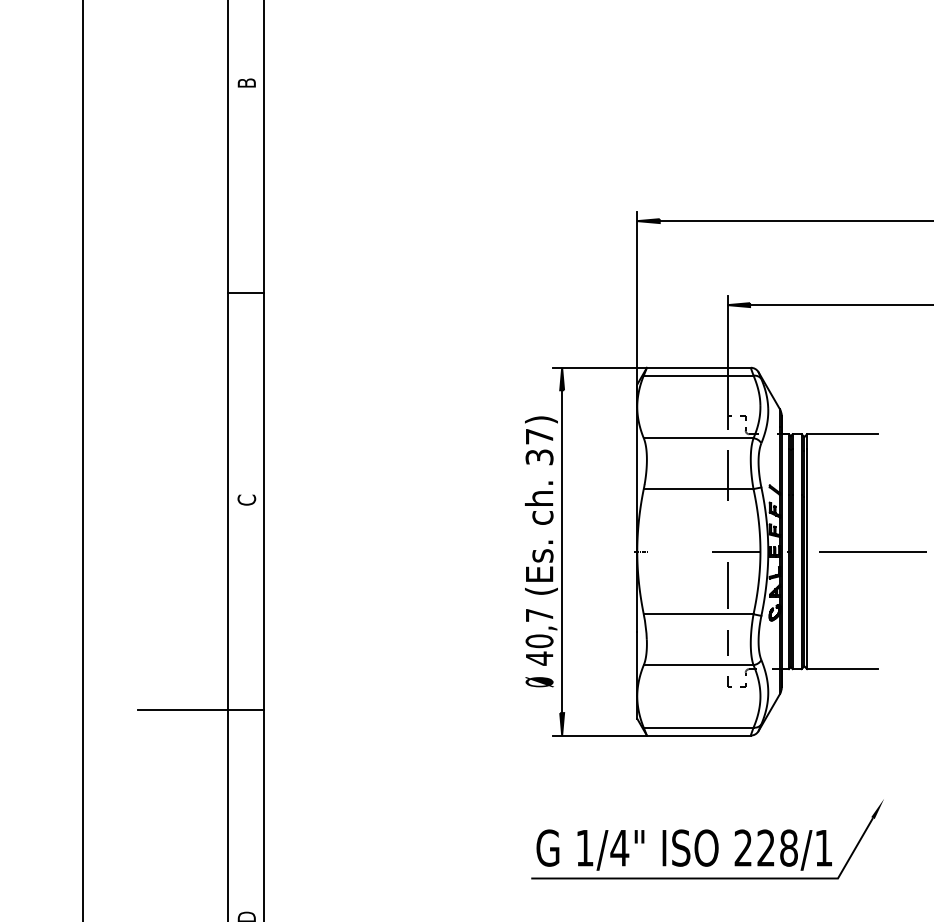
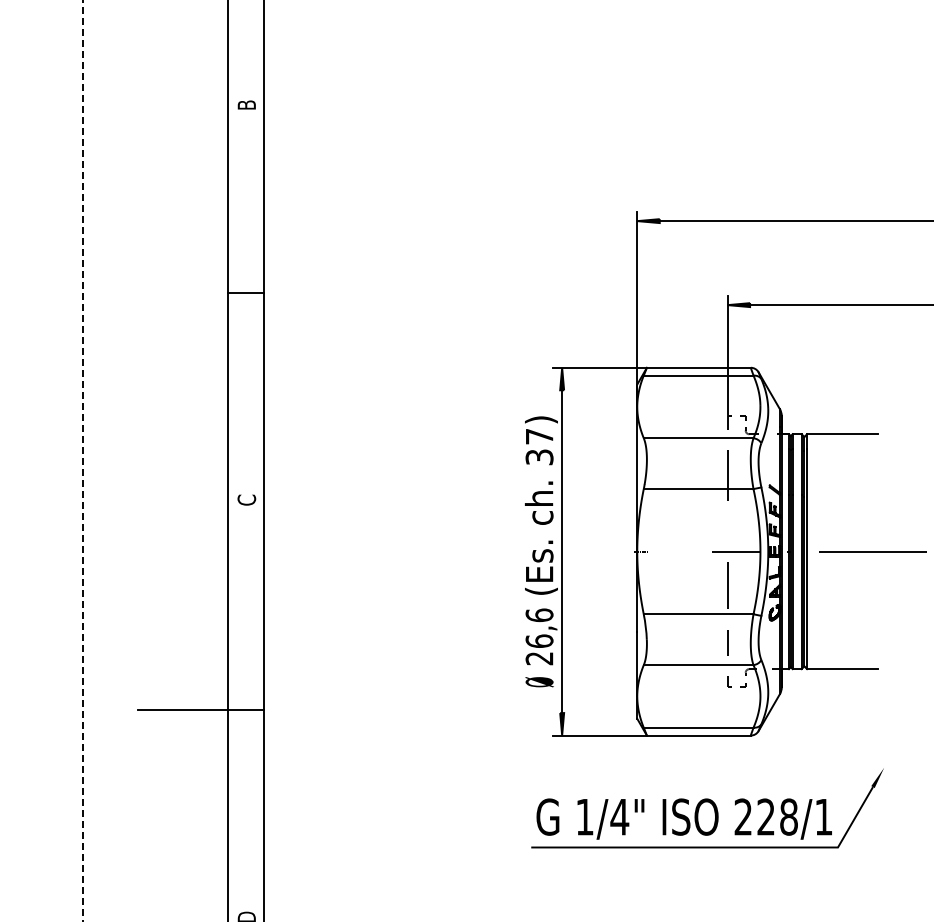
text at (246, 82) position: (246, 82) -> (246, 104)
line at (83, 461): solid -> dashed
text at (539, 636): 40,7 -> 26,6
part at (707, 839) position: (707, 839) -> (707, 808)
